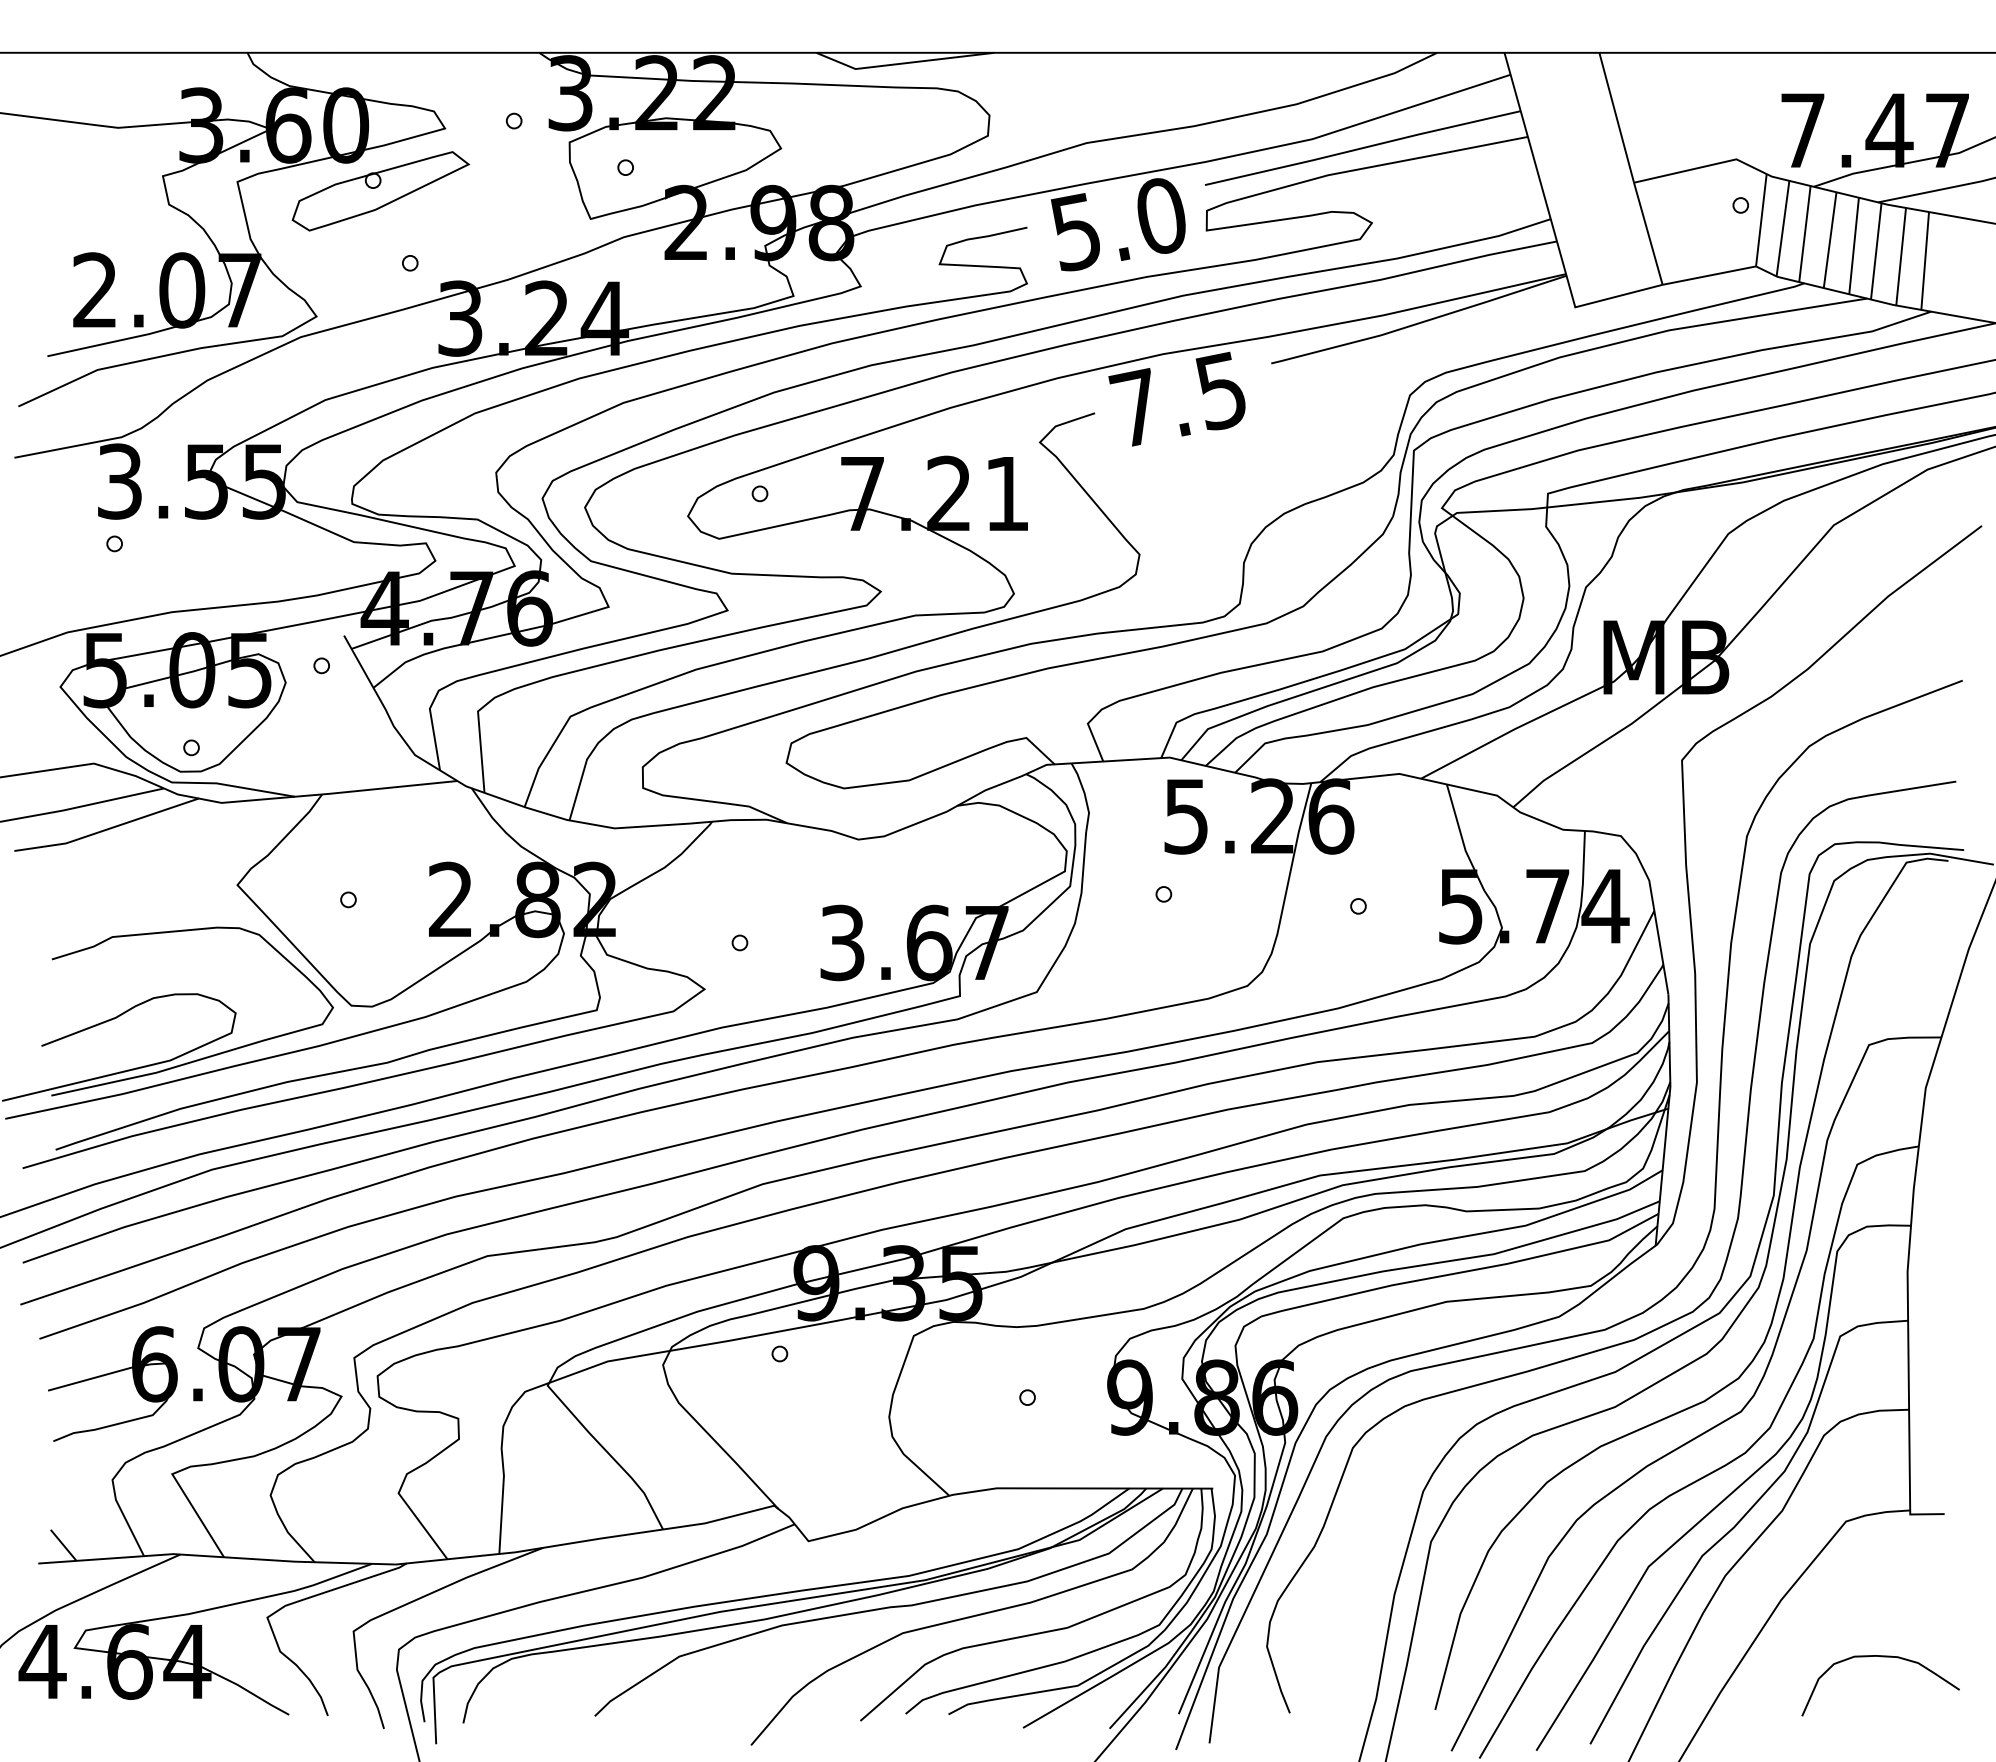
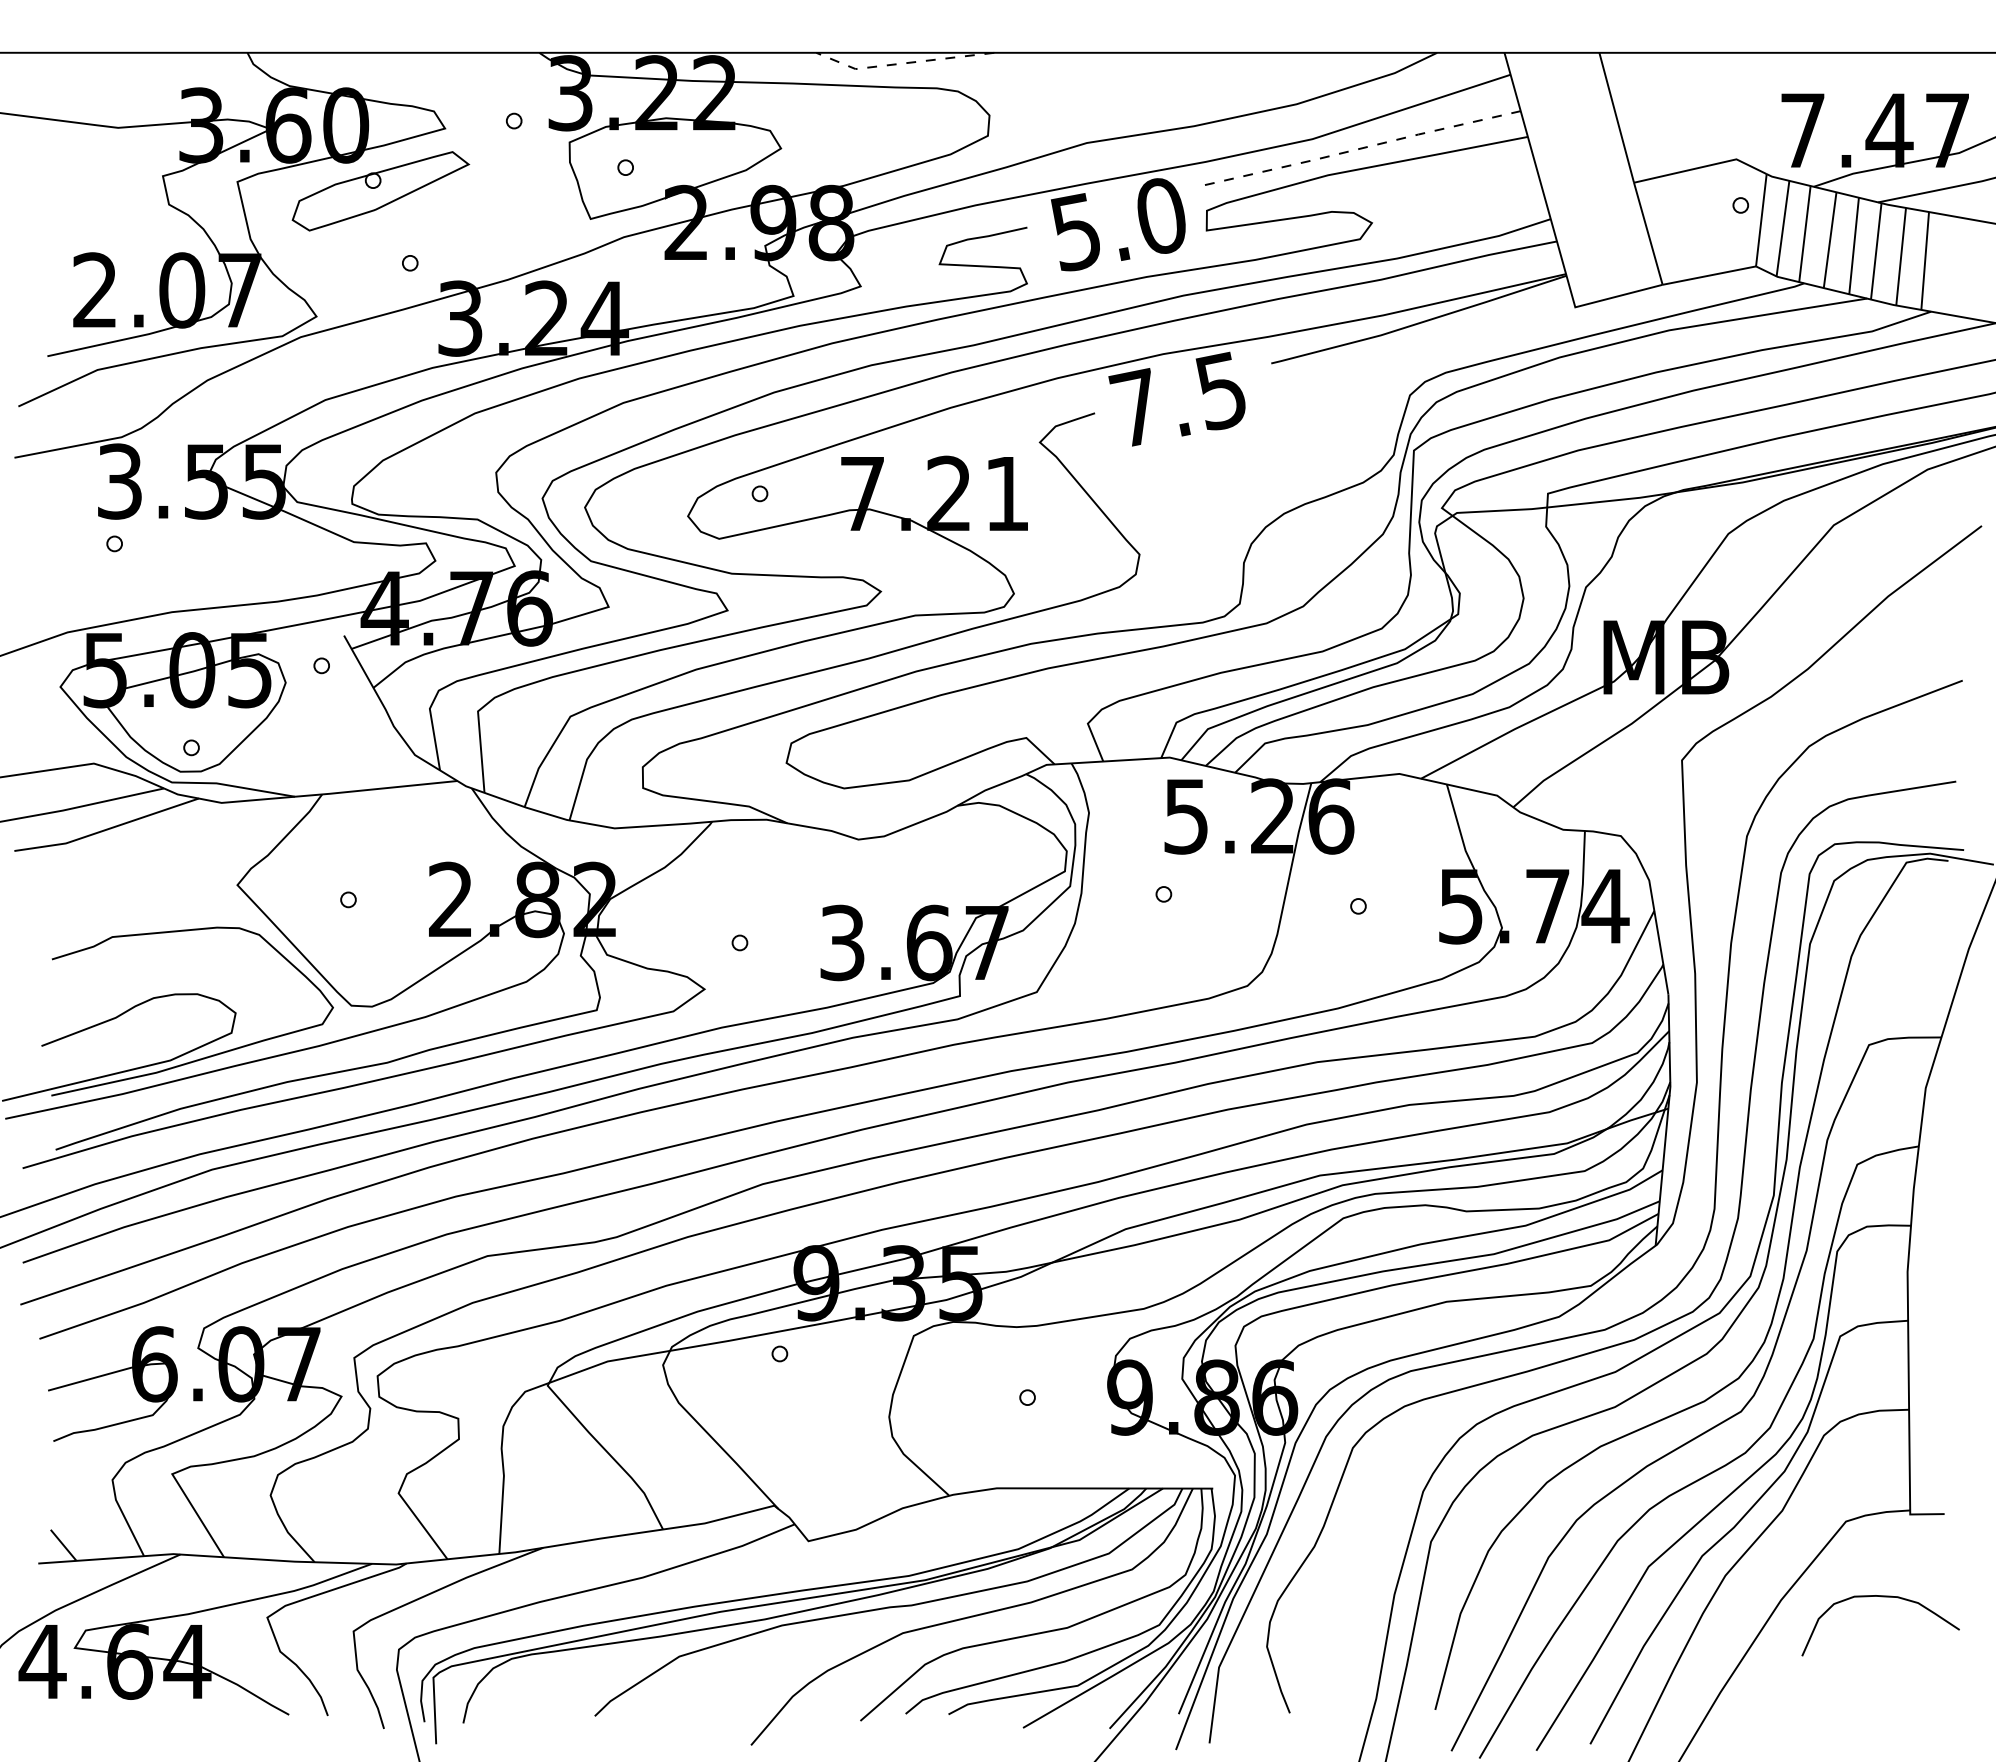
line at (903, 63): solid -> dashed
line at (1363, 147): solid -> dashed
curve at (1881, 1657) position: (1881, 1657) -> (1881, 1597)
